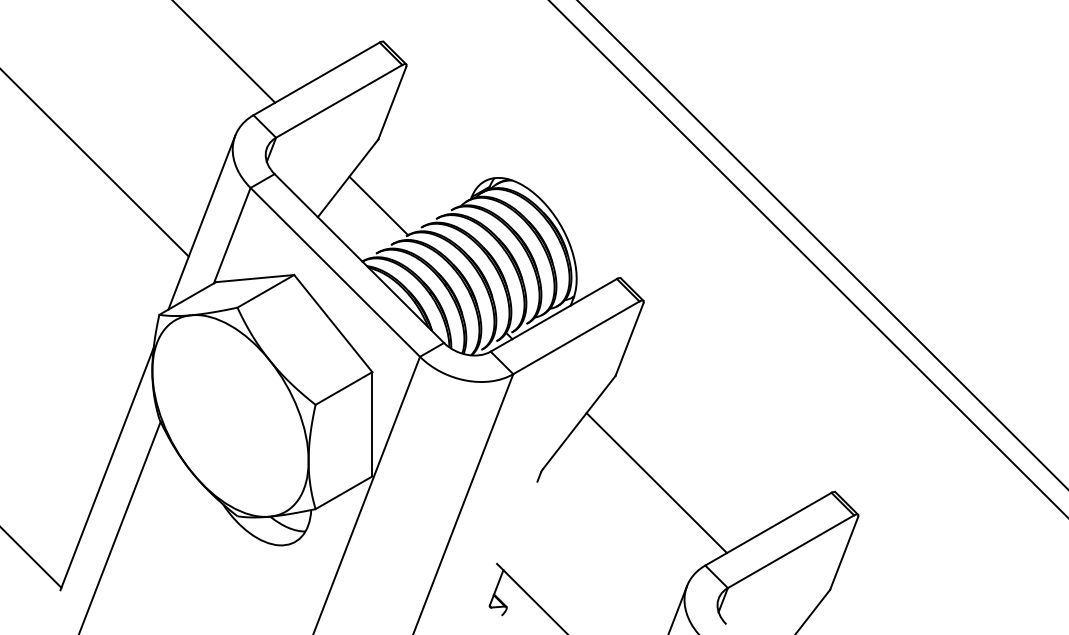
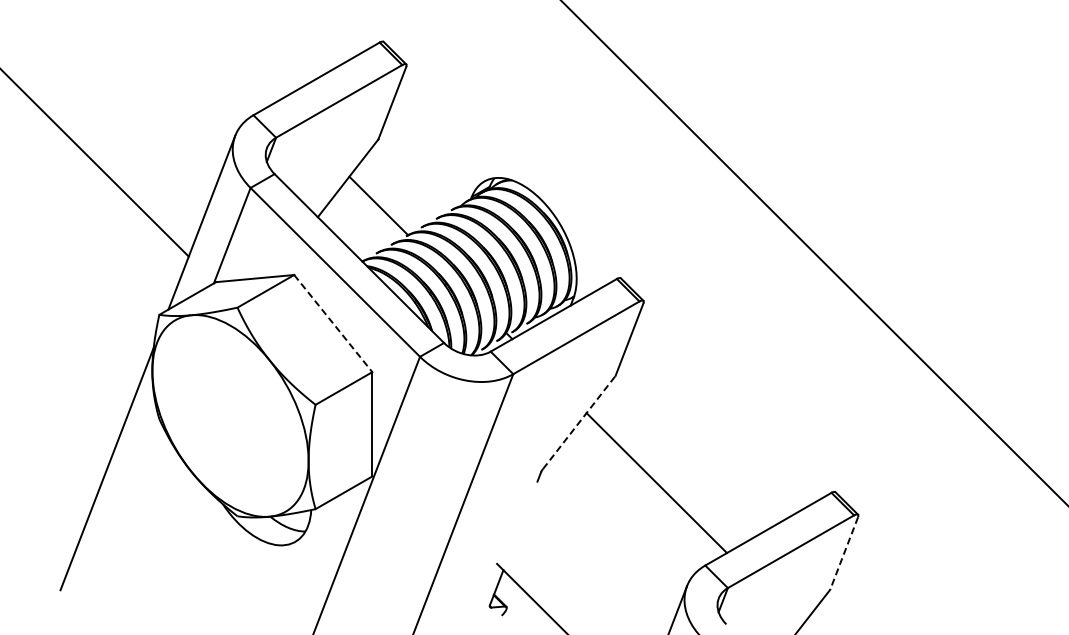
line at (224, 52): present -> none
line at (822, 244): present -> none
line at (807, 258) position: (807, 258) -> (813, 252)
line at (333, 323): solid -> dashed
line at (579, 422): solid -> dashed
line at (120, 526): present -> none
line at (844, 553): solid -> dashed
line at (31, 558): present -> none
